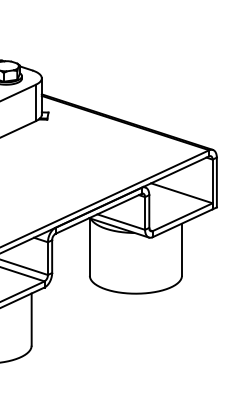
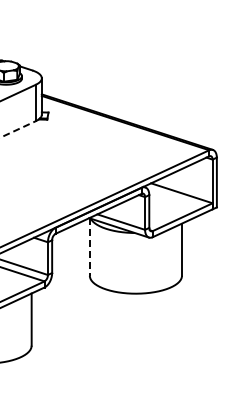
line at (18, 129): solid -> dashed
line at (89, 247): solid -> dashed
